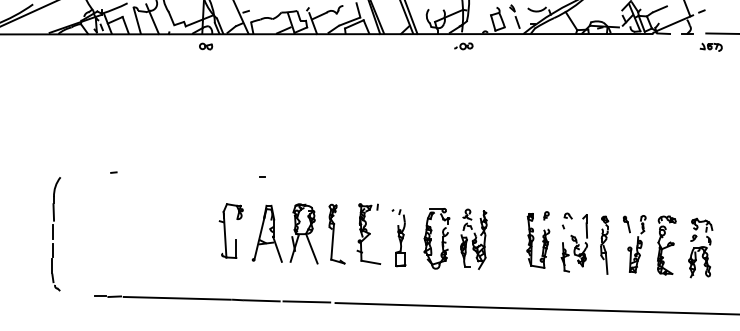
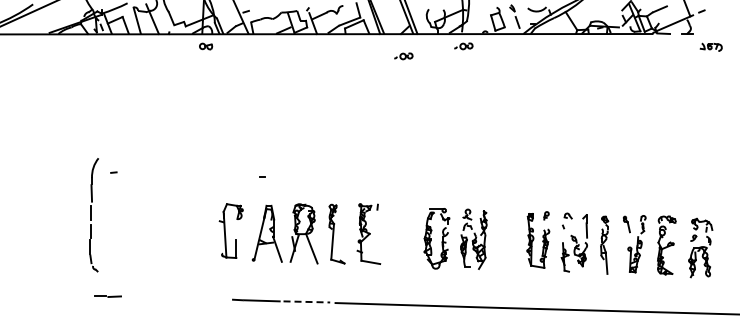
line at (721, 33): present -> none
part at (403, 56): none -> present
part at (55, 234) position: (55, 234) -> (93, 215)
part at (398, 238): present -> none
line at (176, 297): present -> none
line at (307, 301): solid -> dashed
